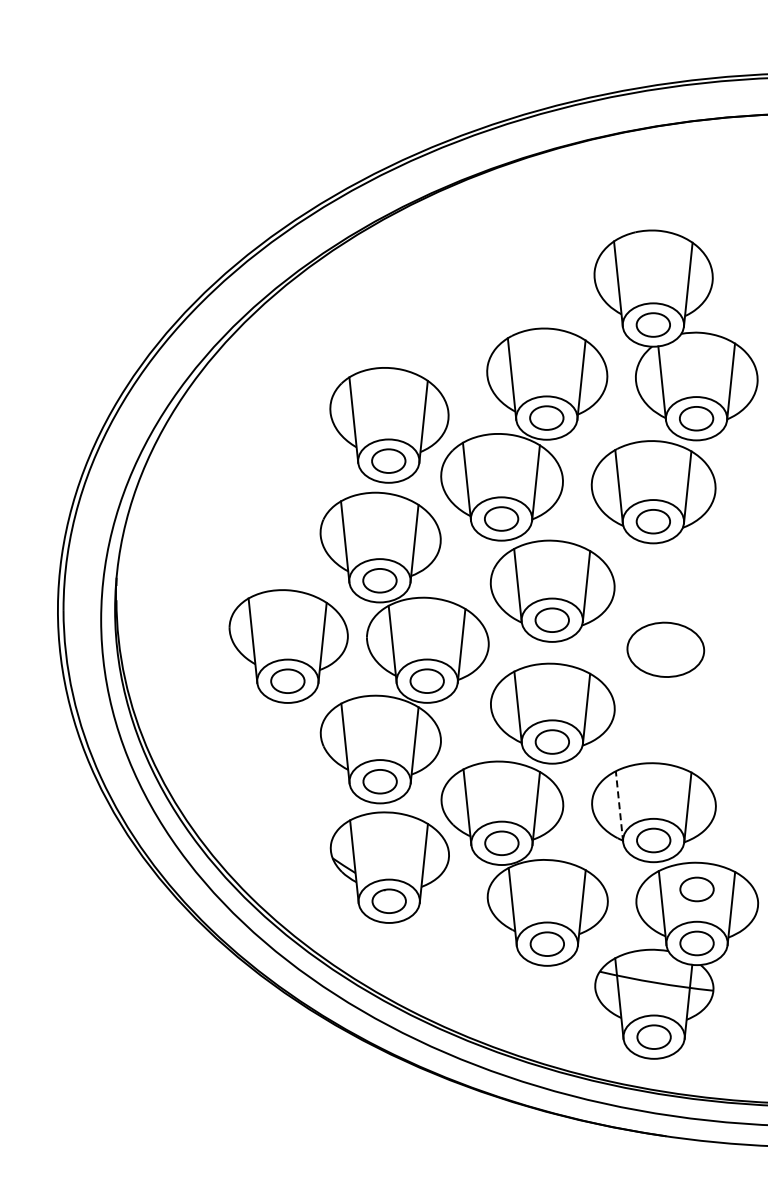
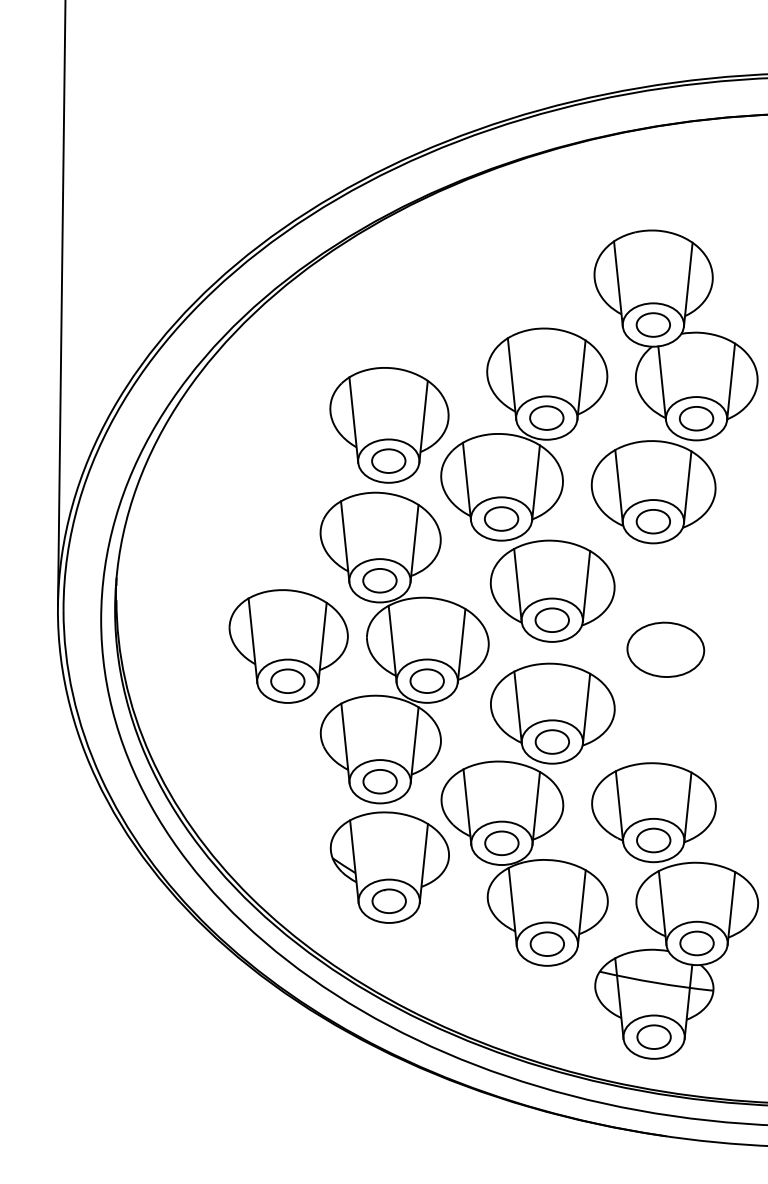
line at (61, 303): none -> present
line at (619, 806): dashed -> solid
part at (696, 889): present -> none
